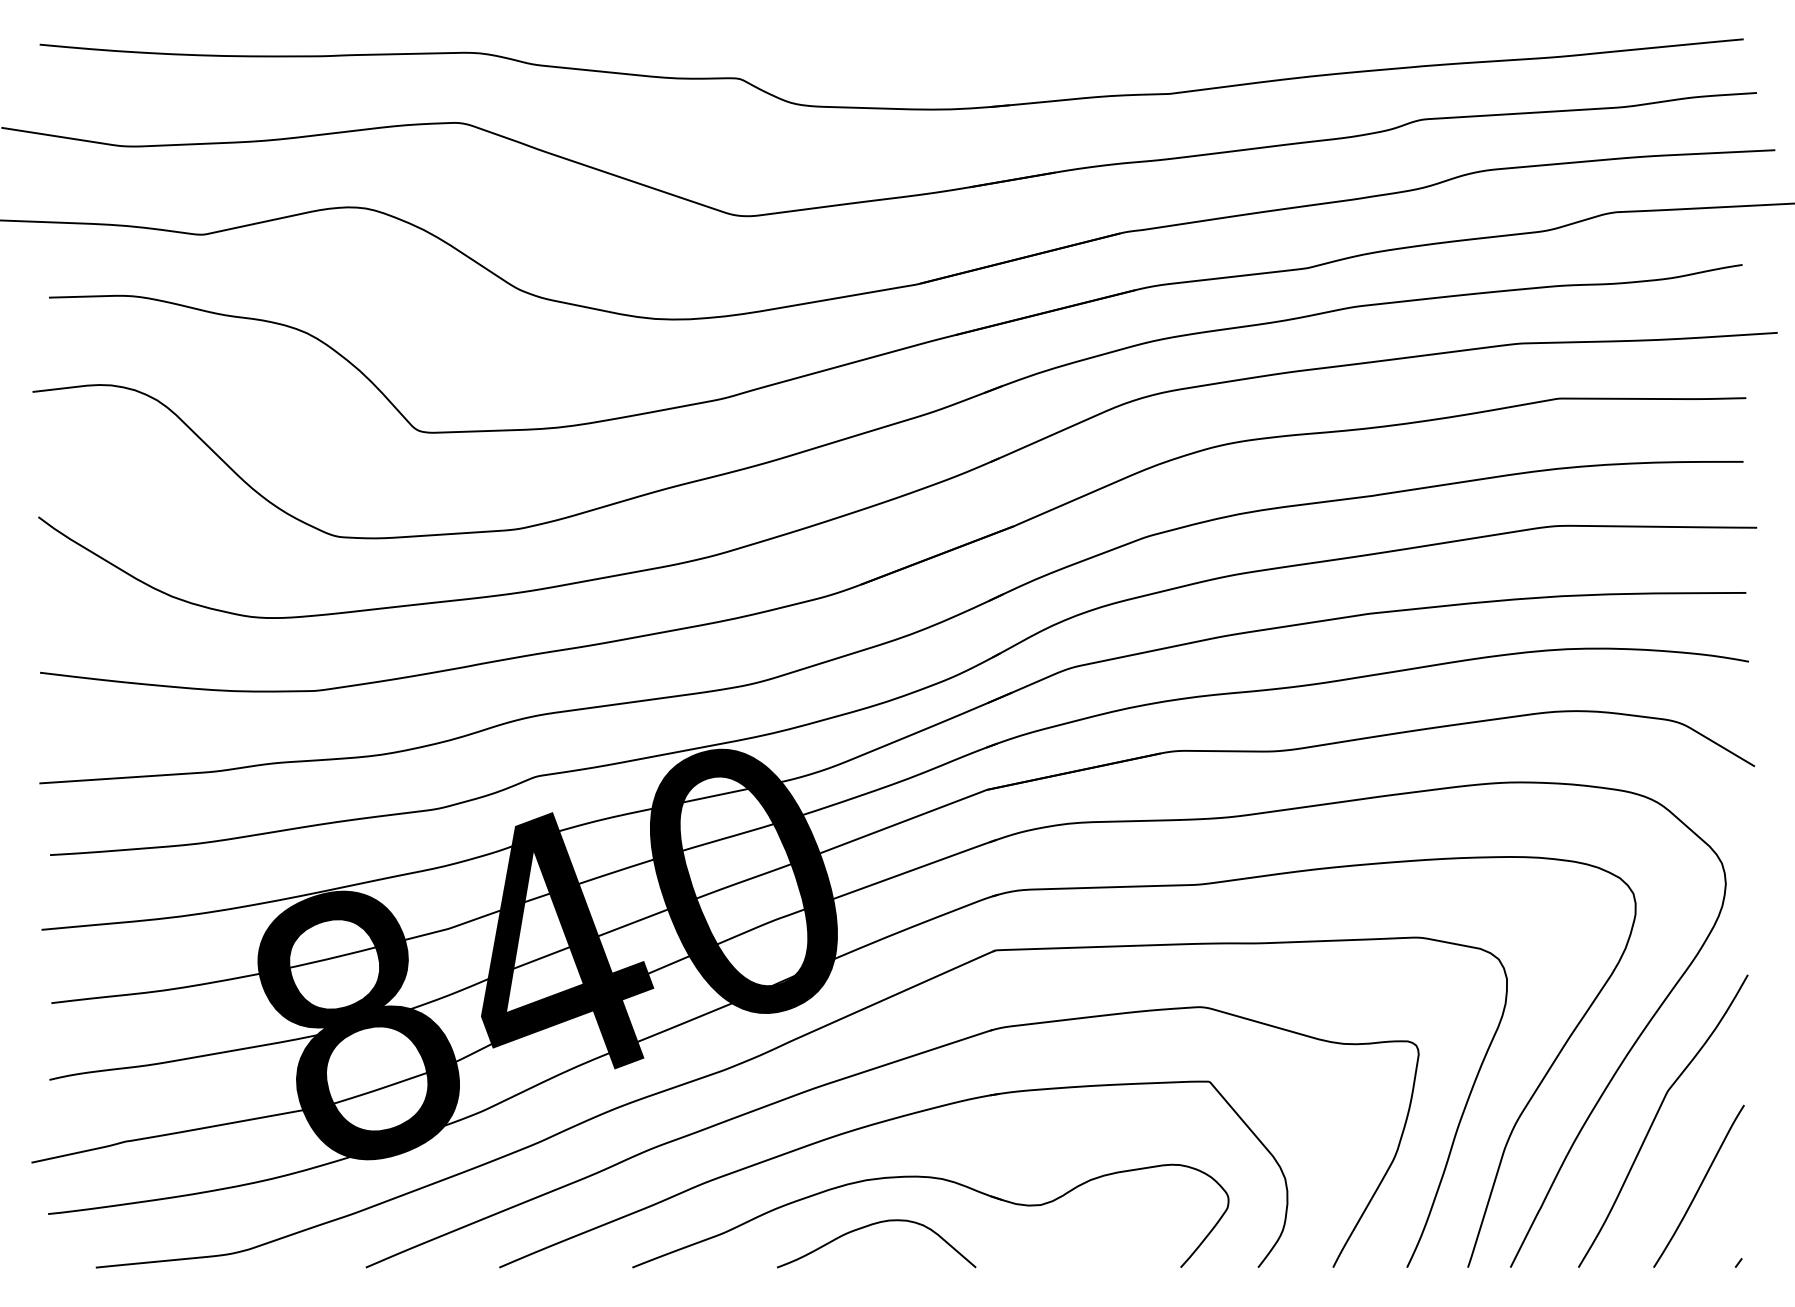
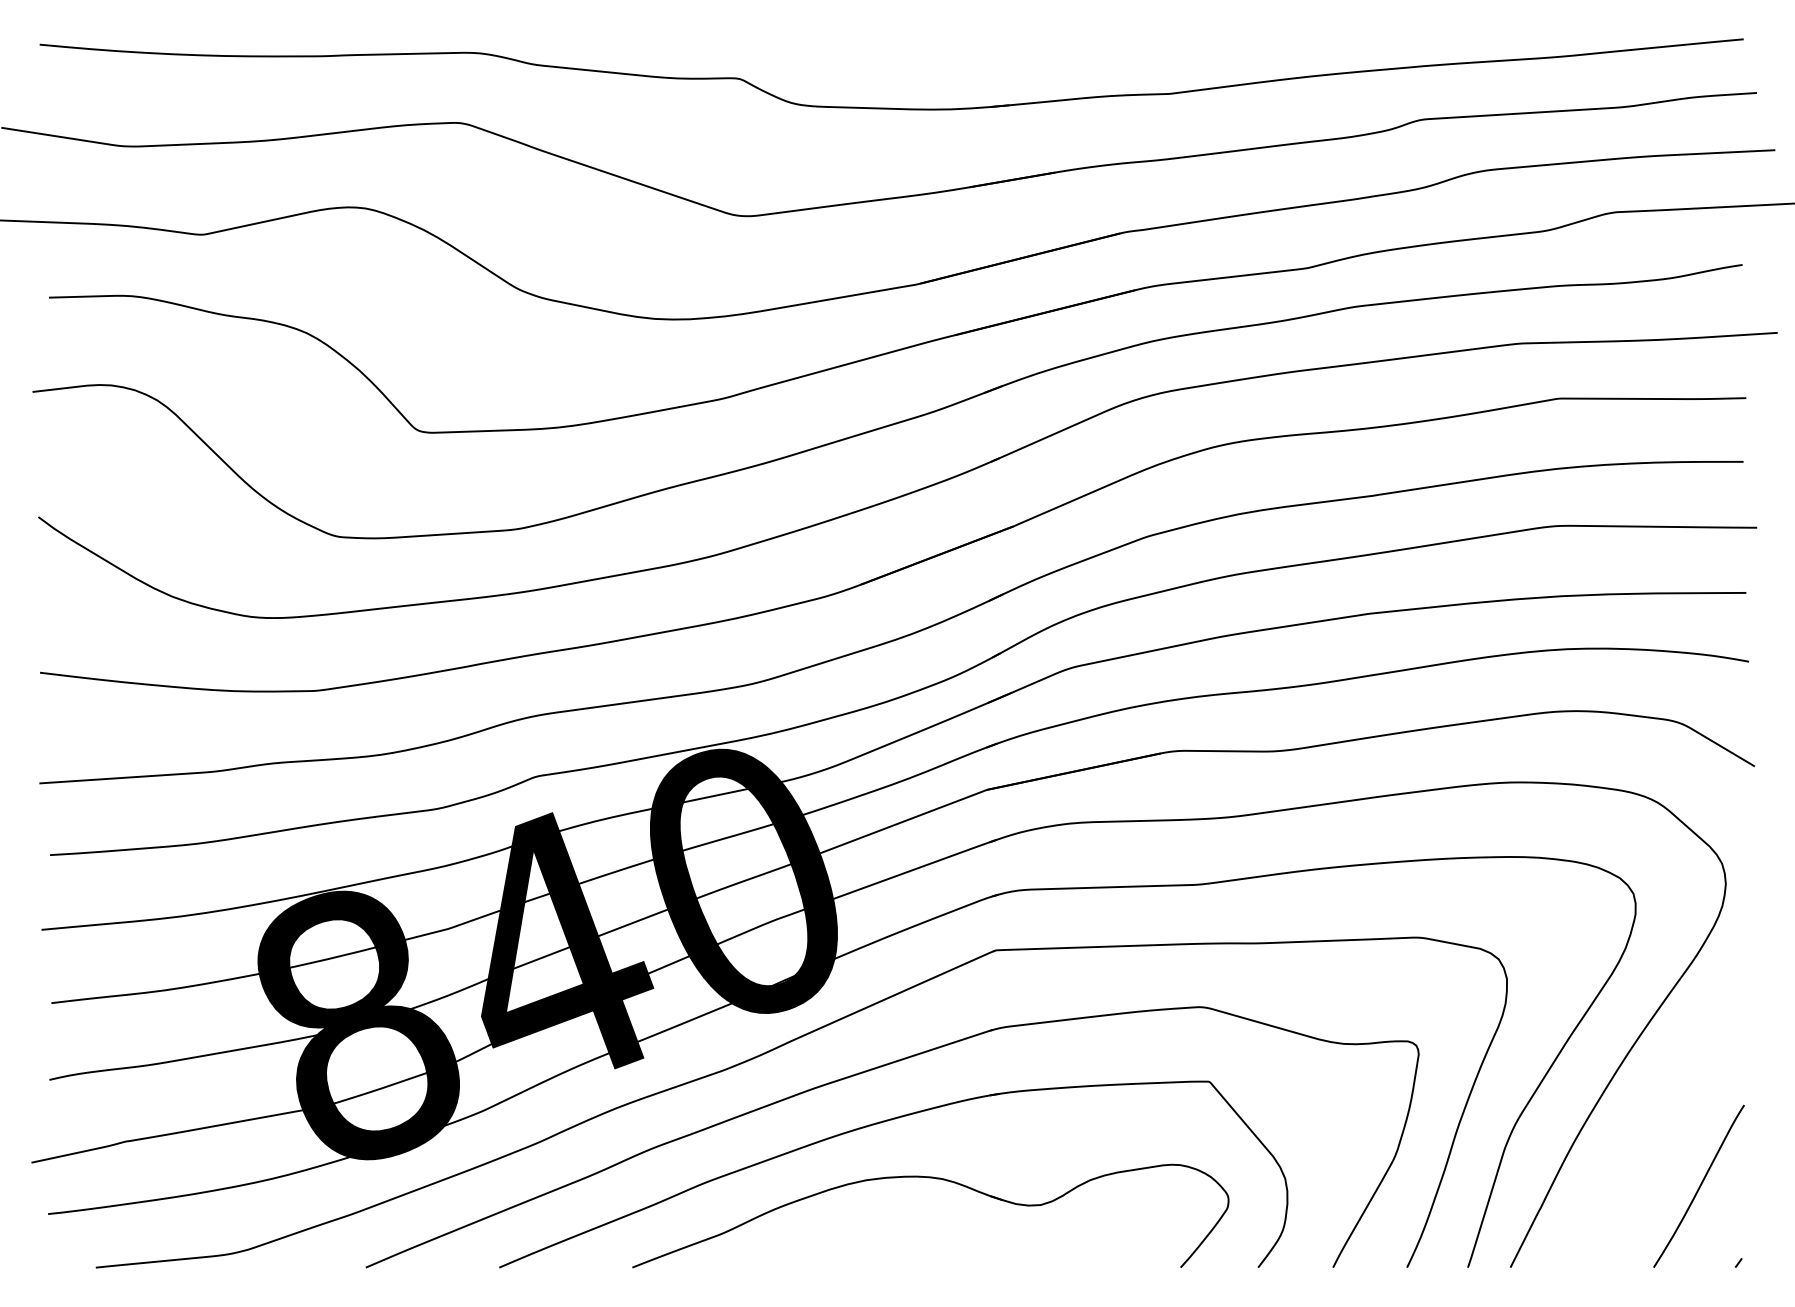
curve at (1656, 1117): present -> none
curve at (869, 1226): present -> none
